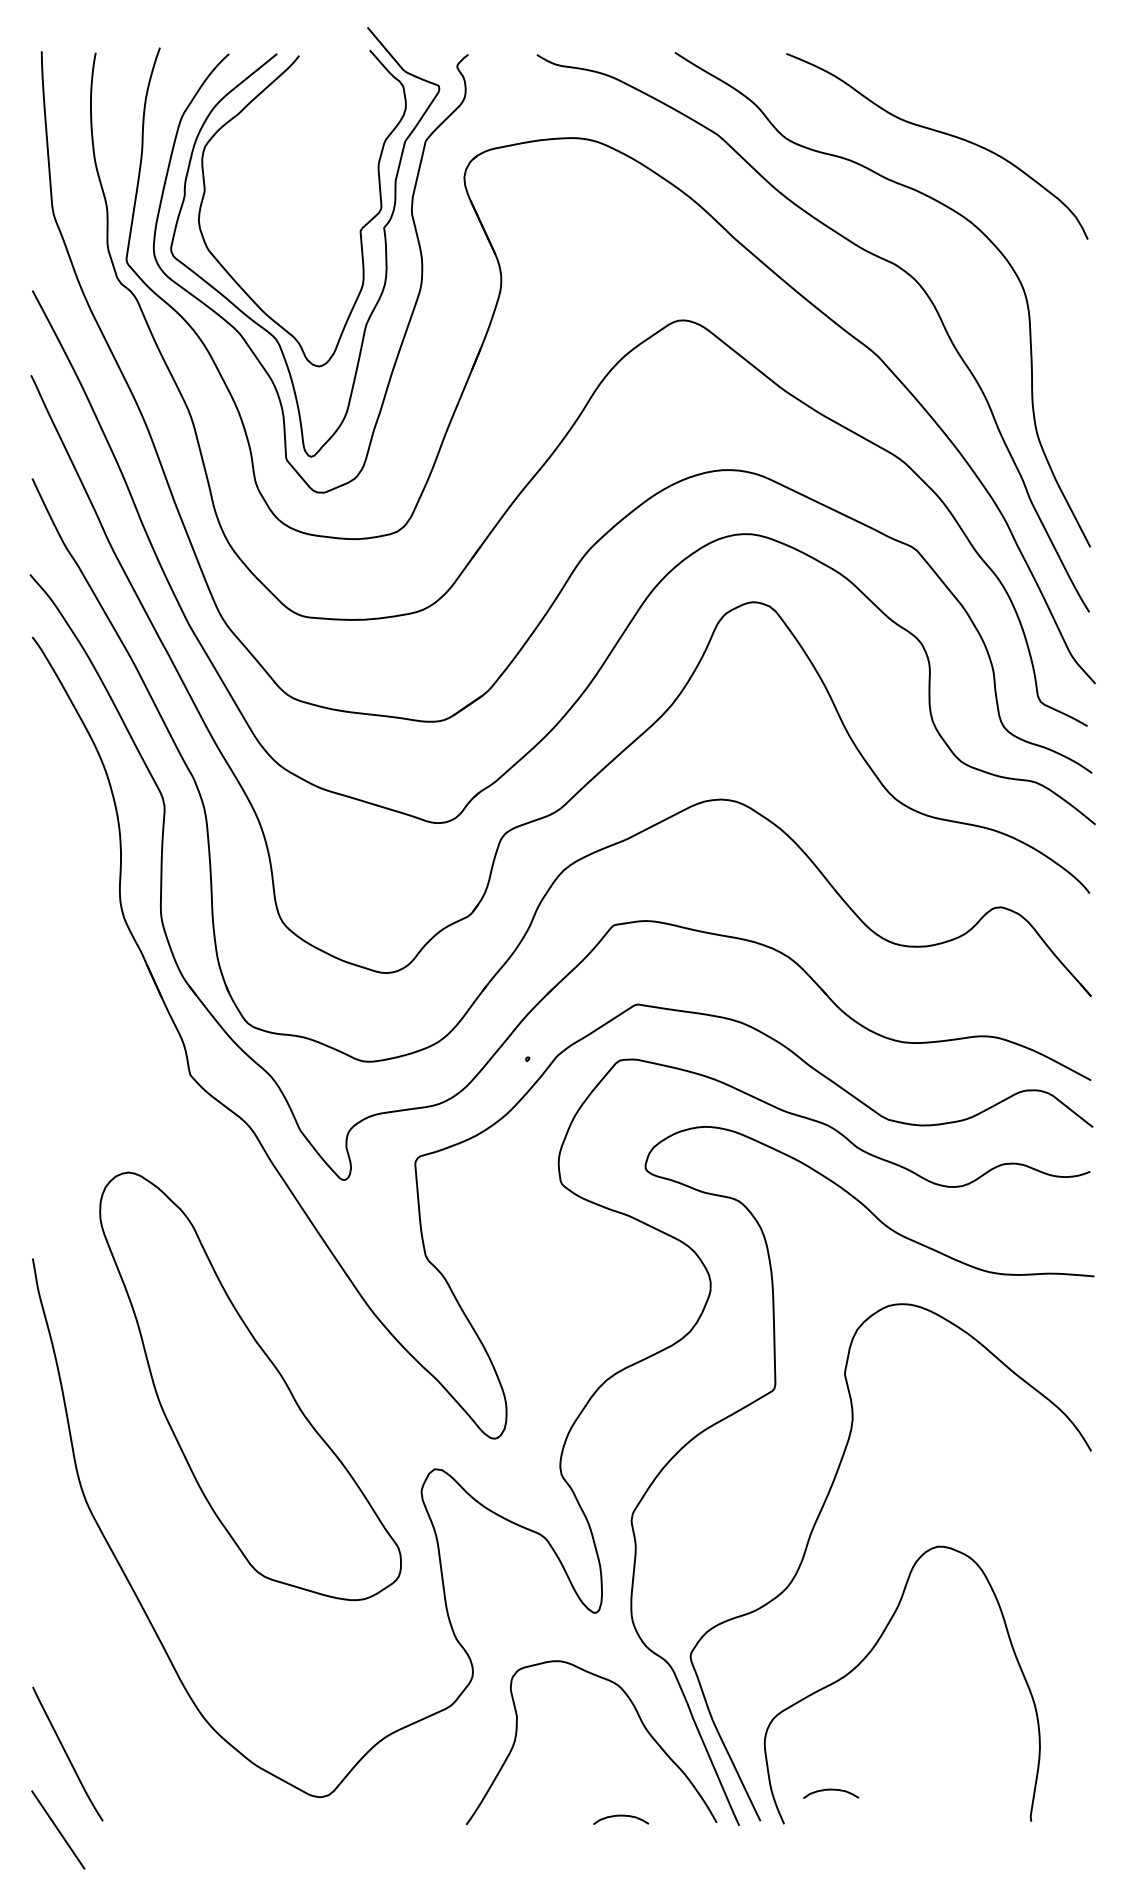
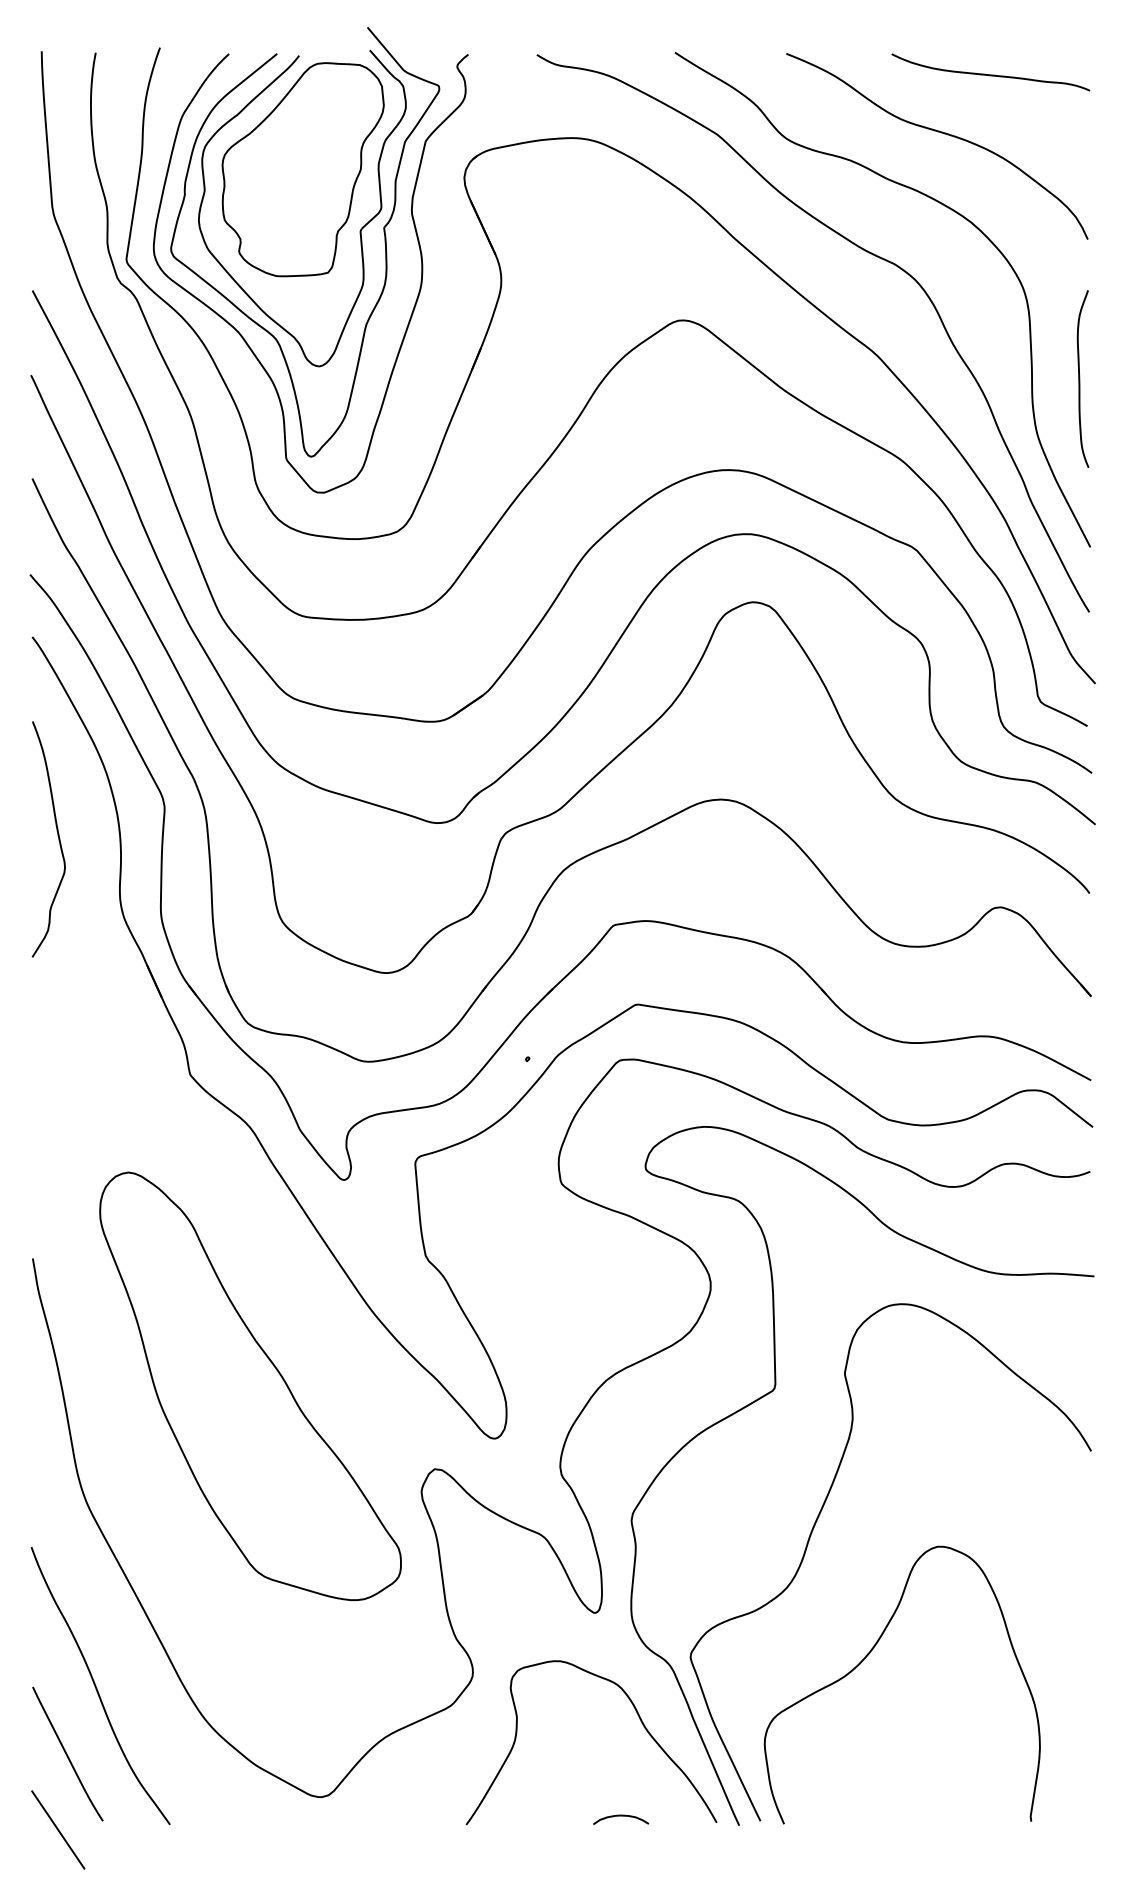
curve at (990, 74): none -> present
part at (302, 169): none -> present
curve at (1080, 378): none -> present
curve at (57, 836): none -> present
curve at (97, 1688): none -> present
curve at (831, 1790): present -> none
